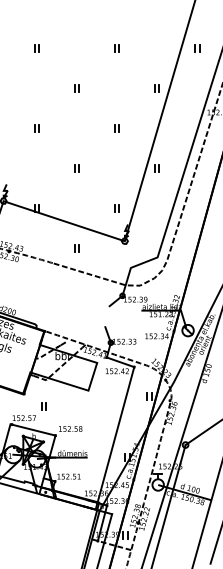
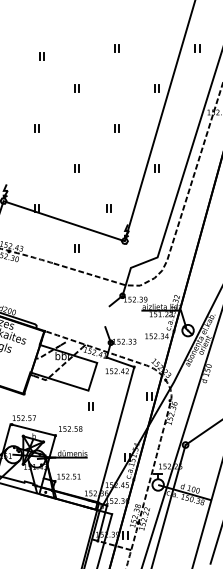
part at (36, 48) position: (36, 48) -> (41, 56)
part at (116, 208) position: (116, 208) -> (108, 208)
part at (43, 406) position: (43, 406) -> (90, 406)
